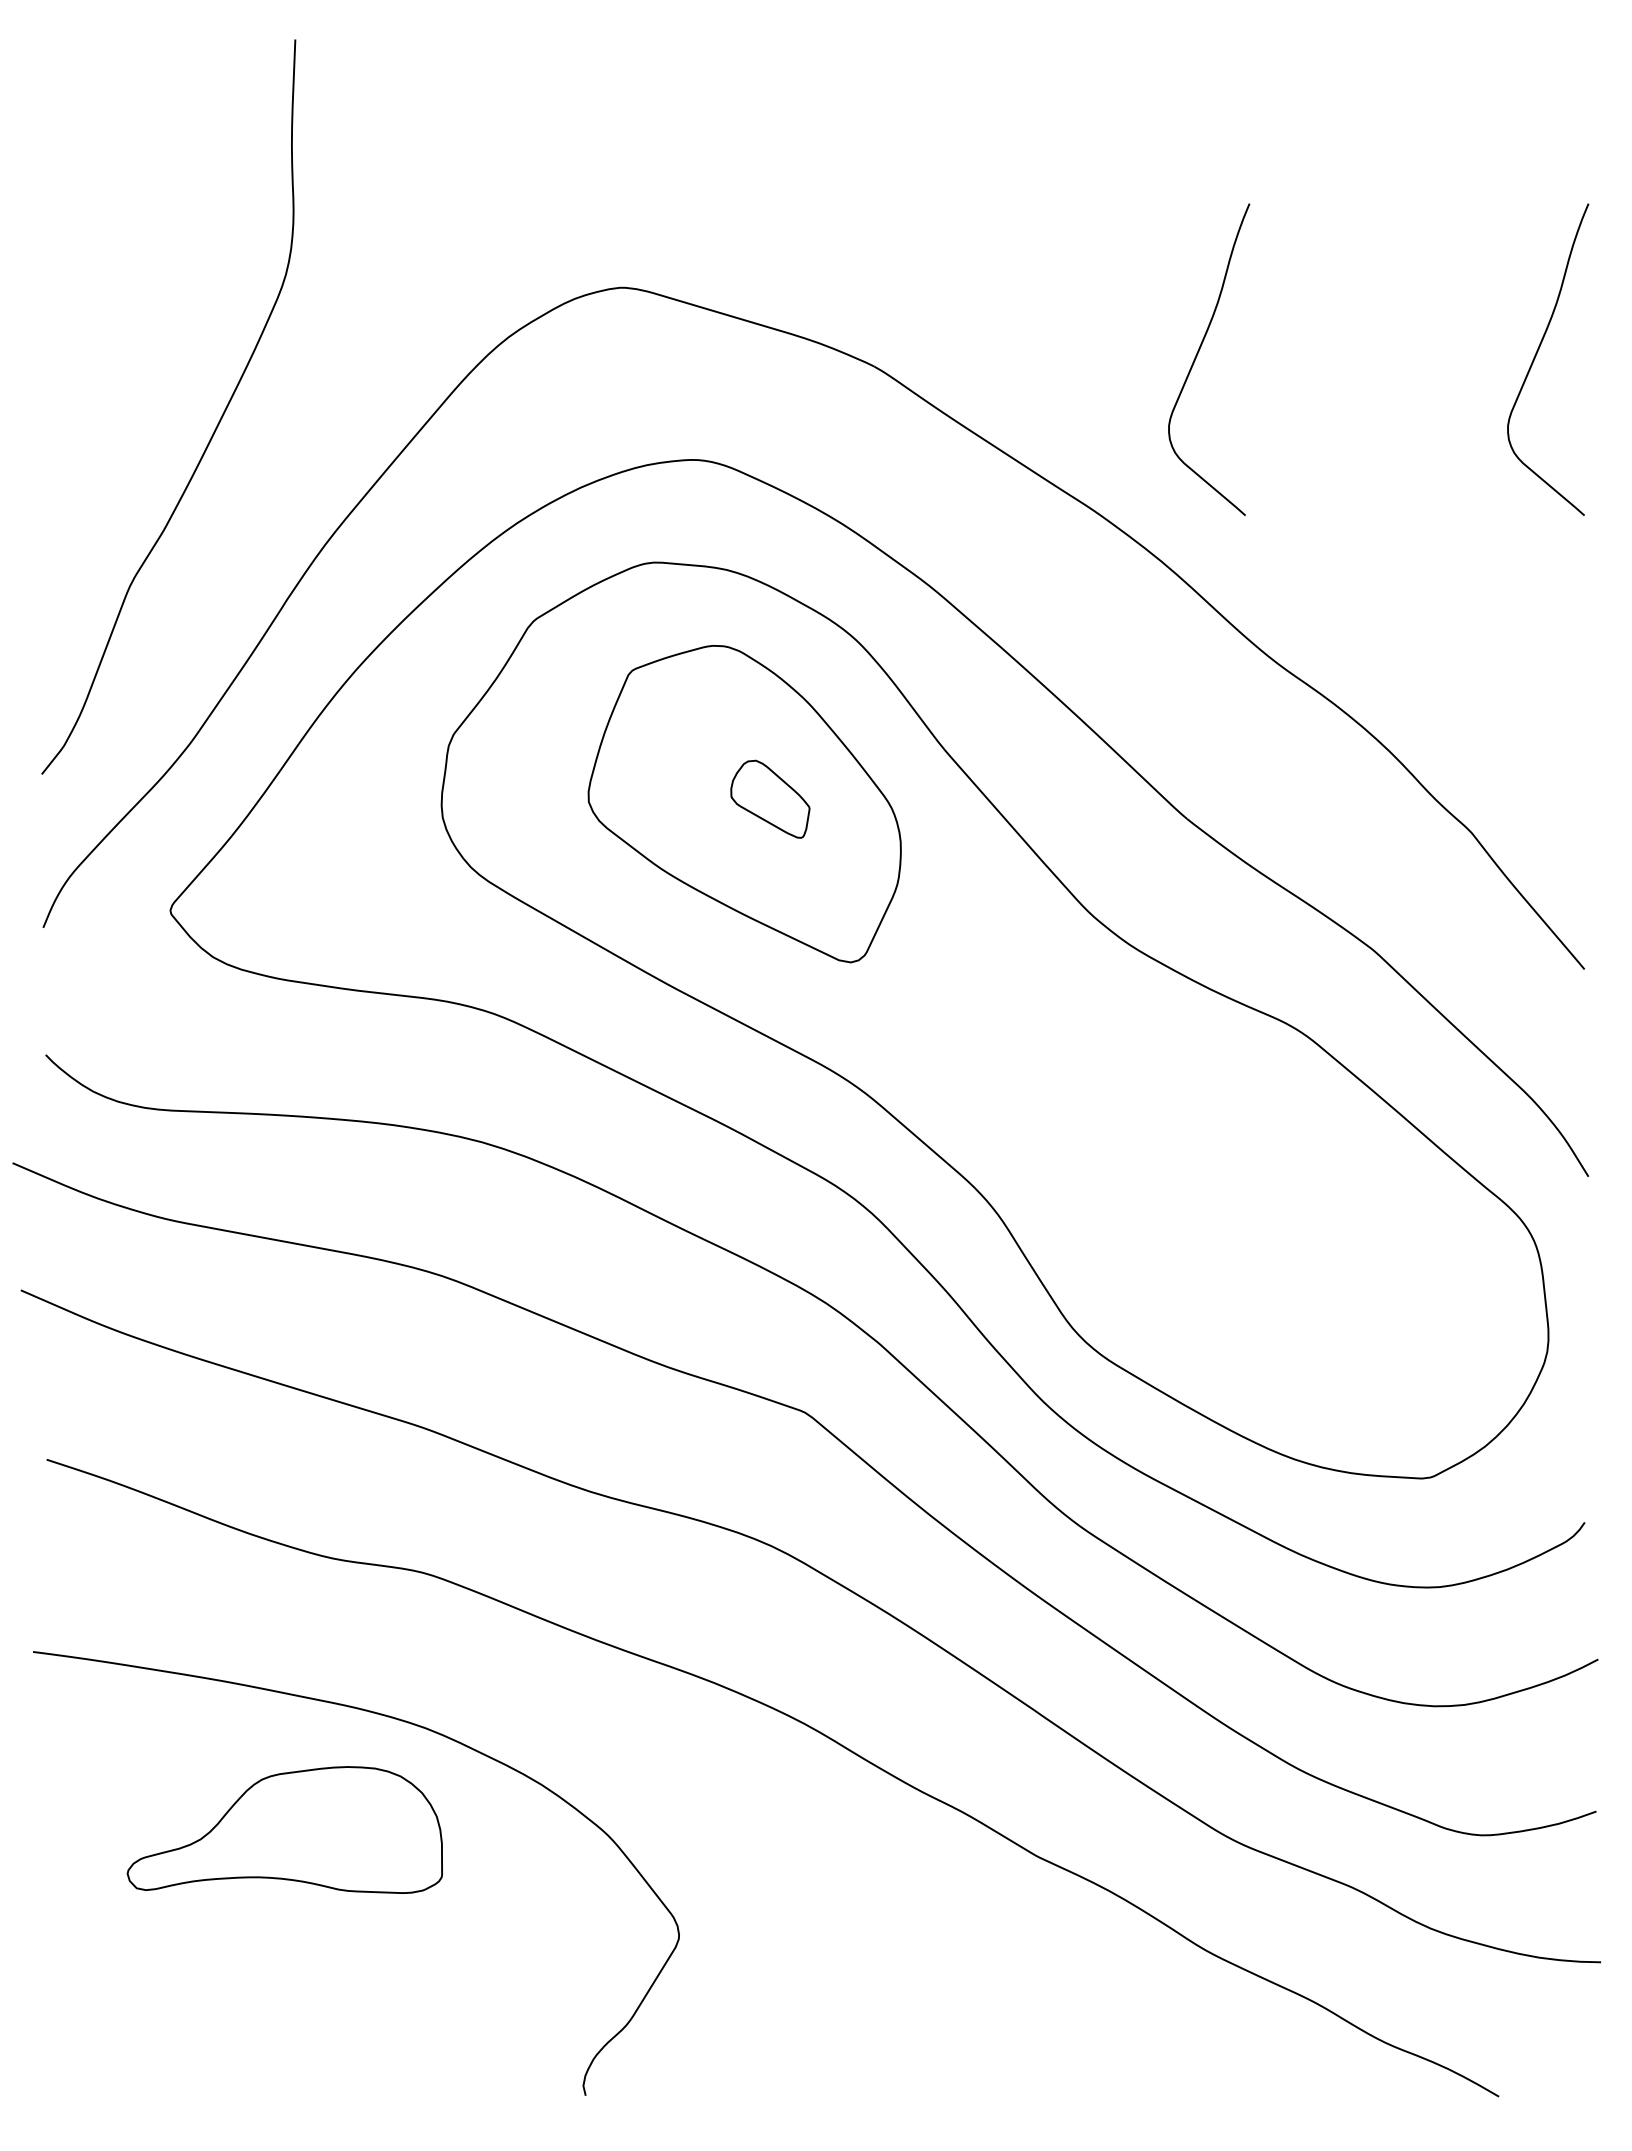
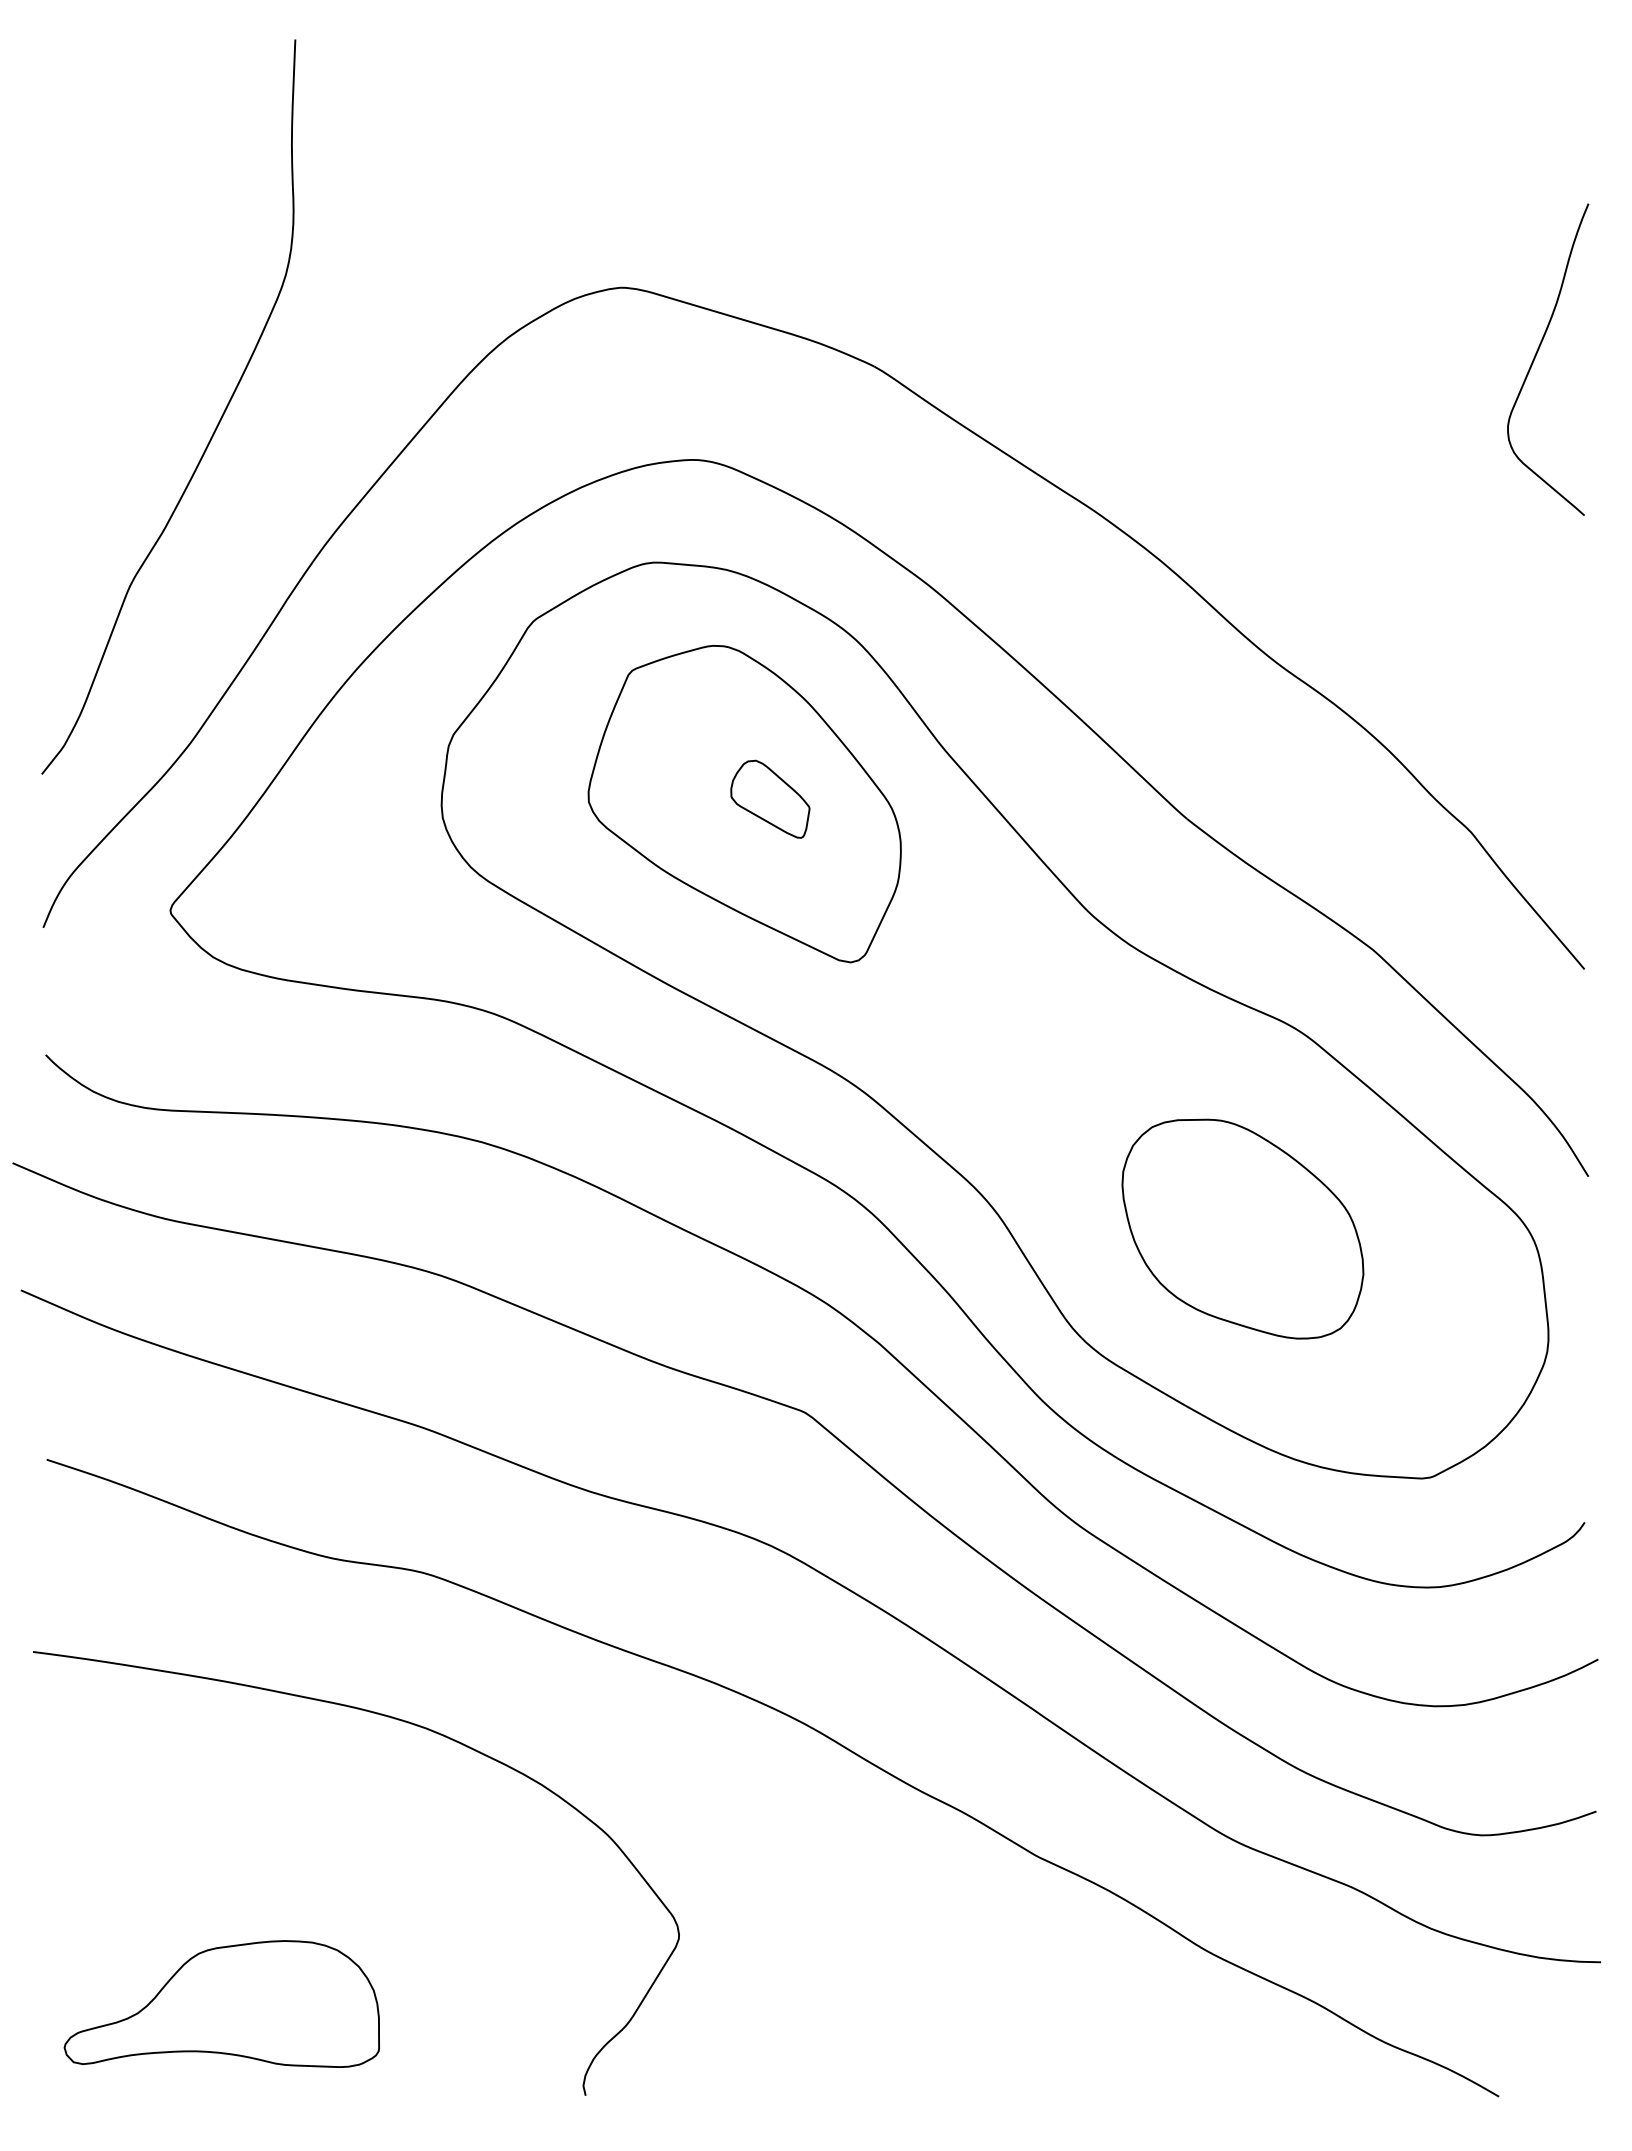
curve at (1198, 354): present -> none
part at (1242, 1228): none -> present
part at (284, 1829) position: (284, 1829) -> (221, 2003)
